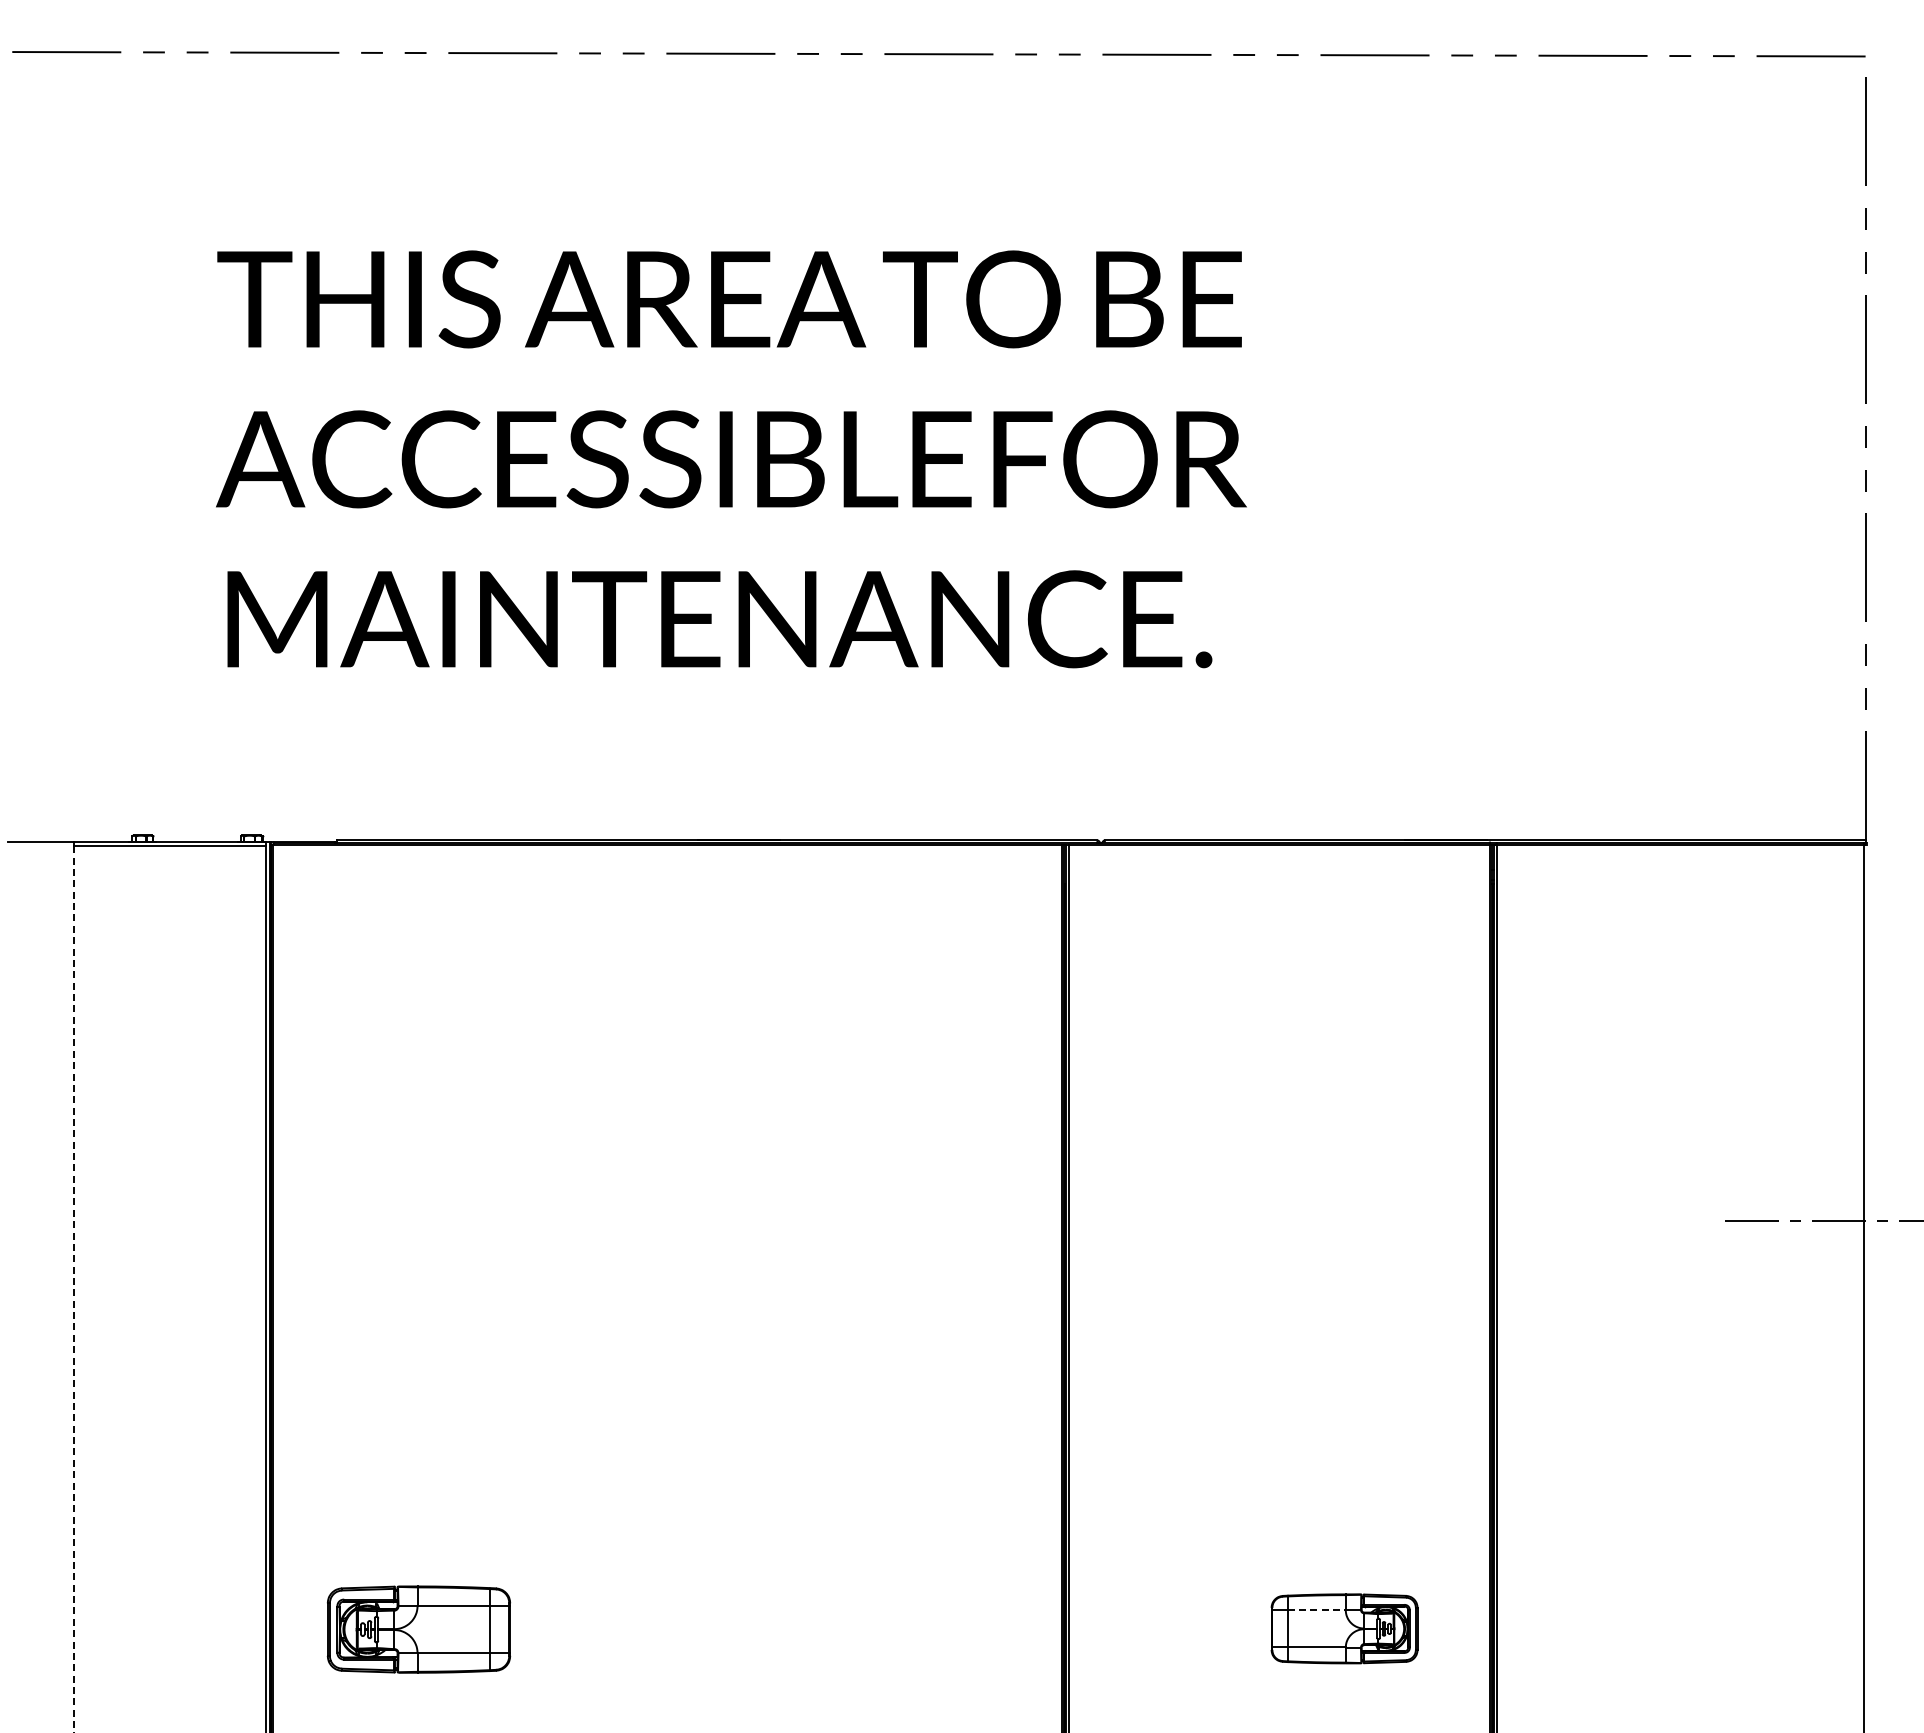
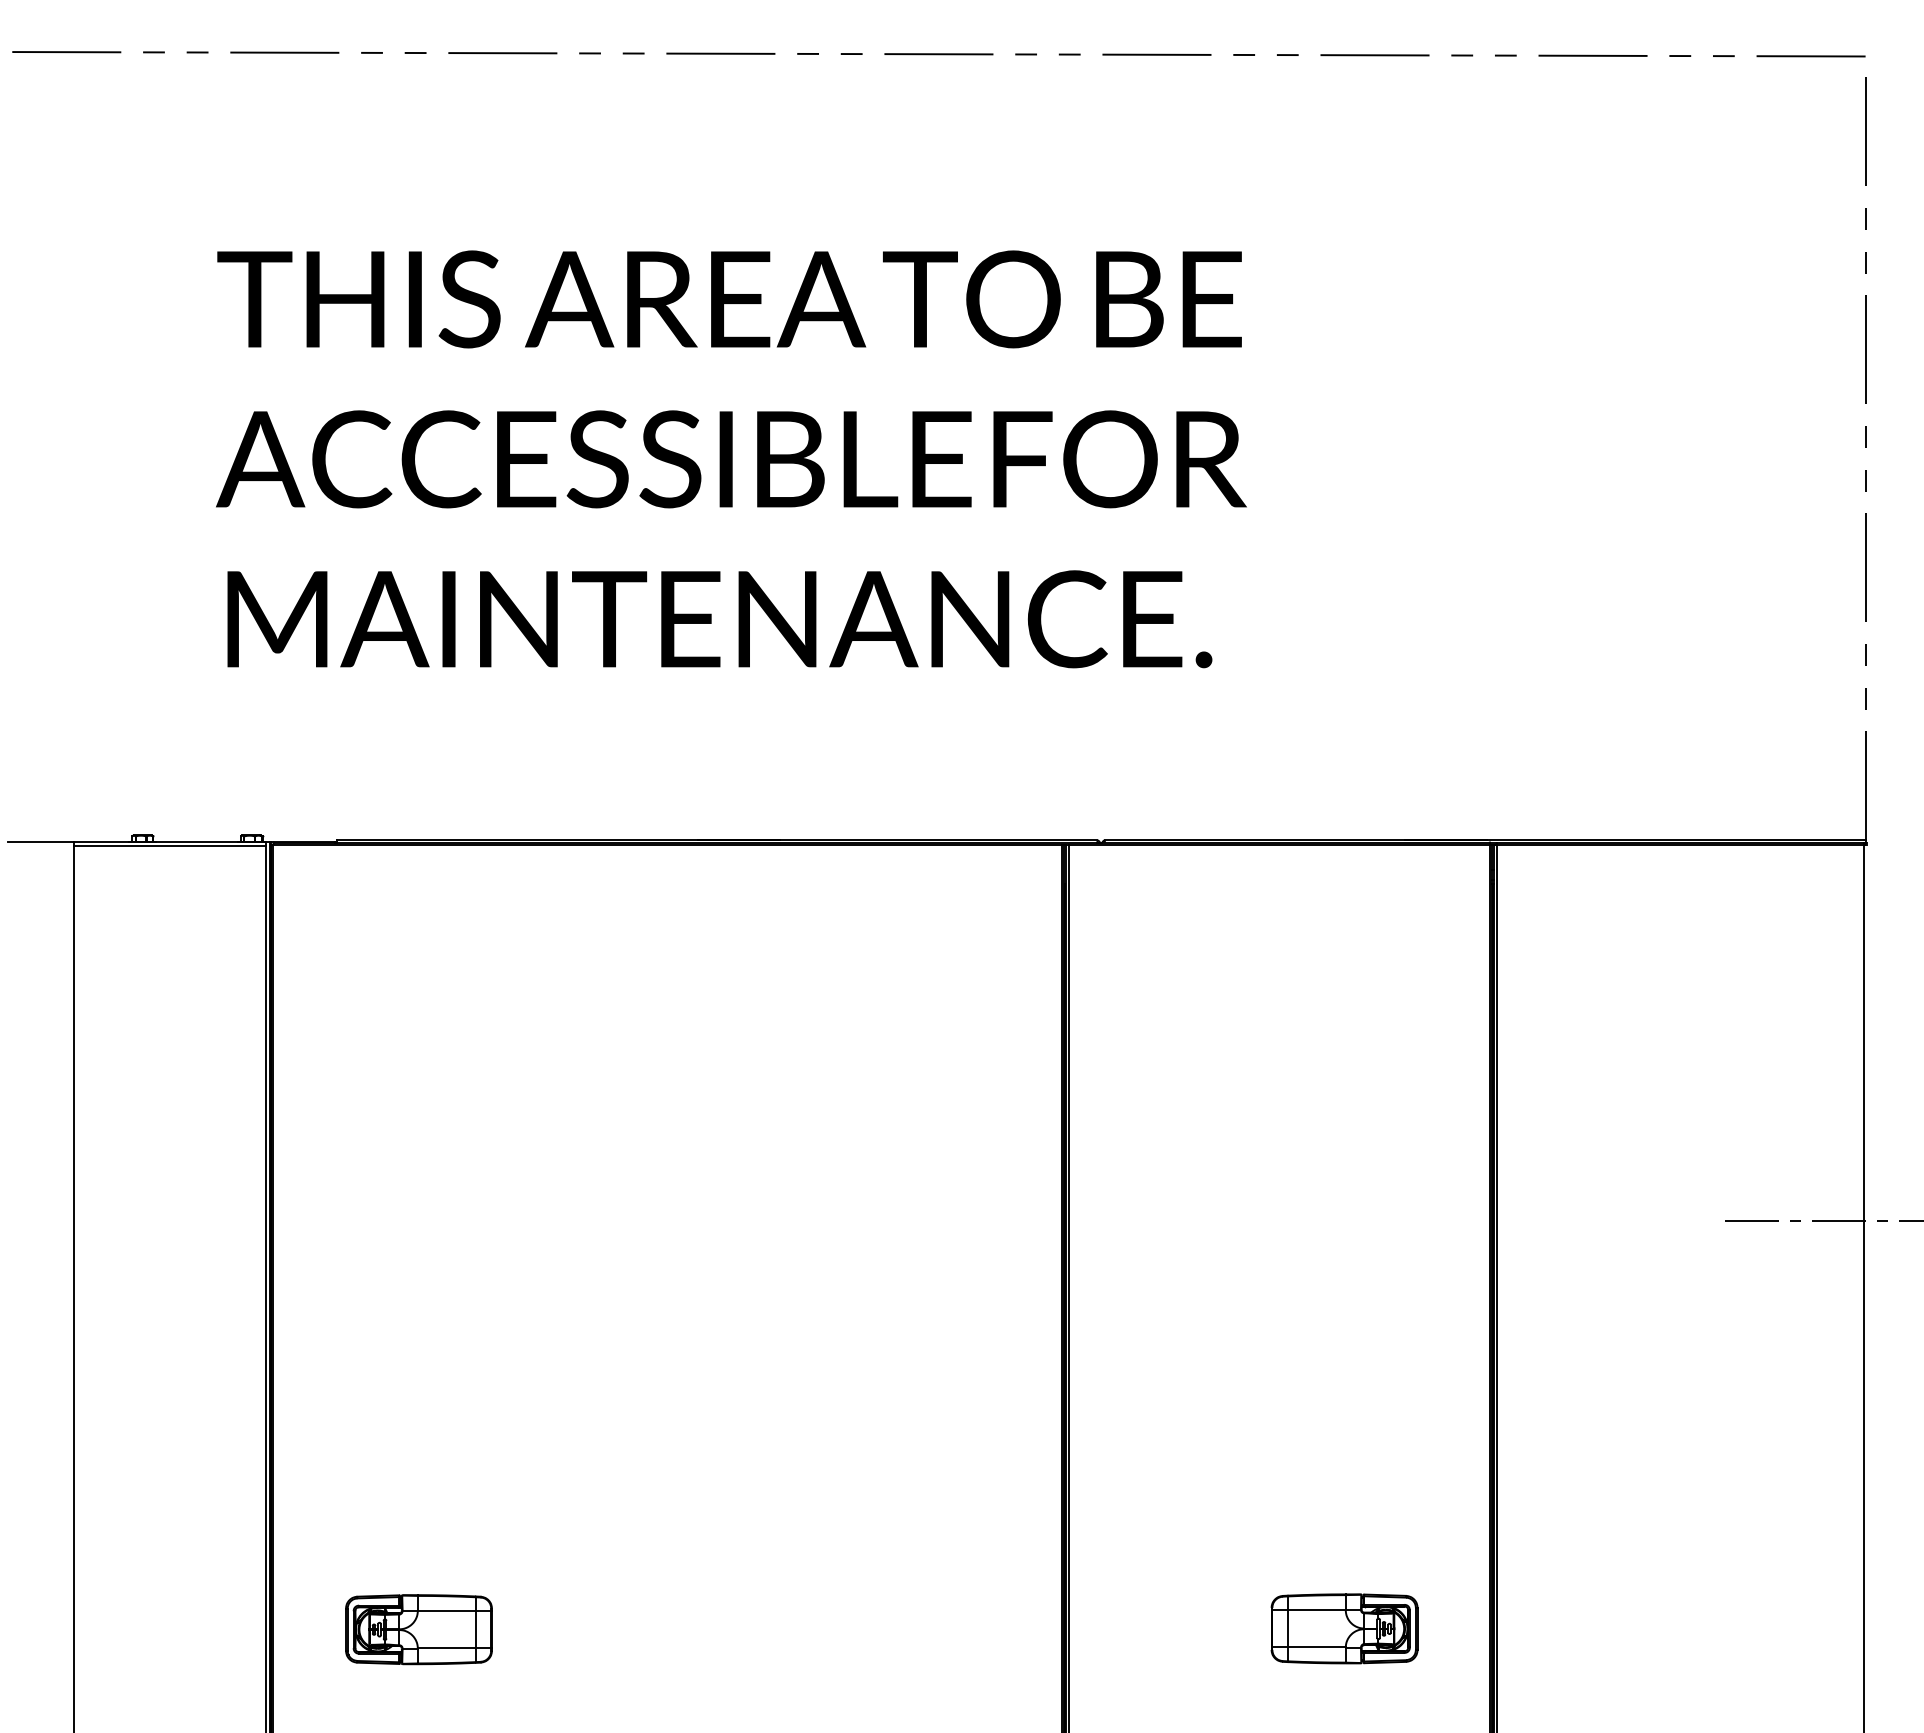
line at (73, 1289): dashed -> solid
line at (1317, 1610): dashed -> solid
part at (418, 1629) size: 186x89 px -> 148x72 px
